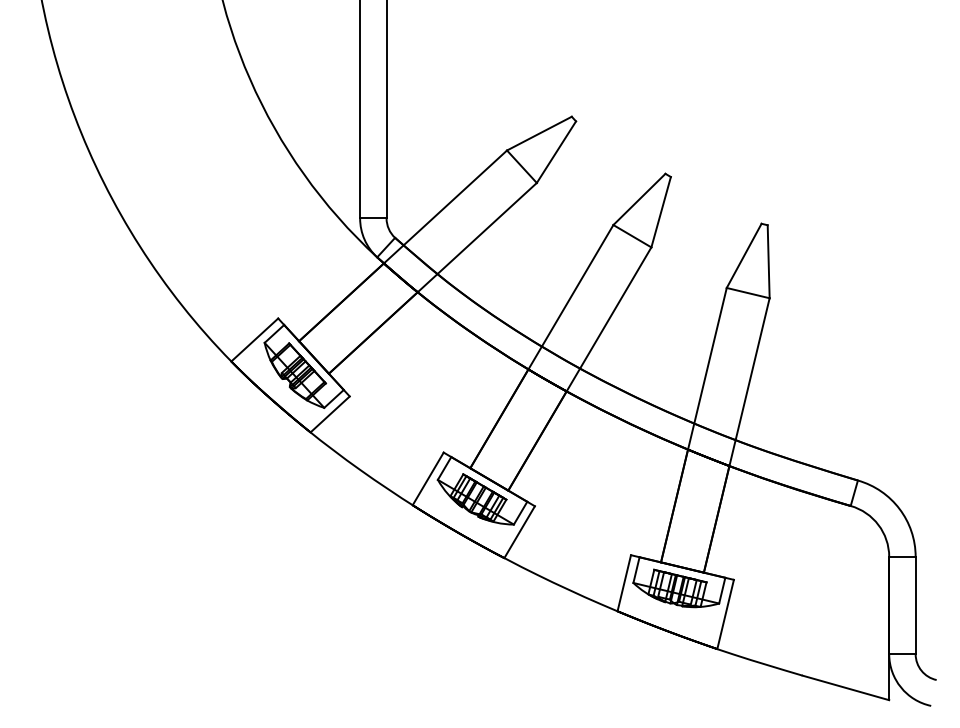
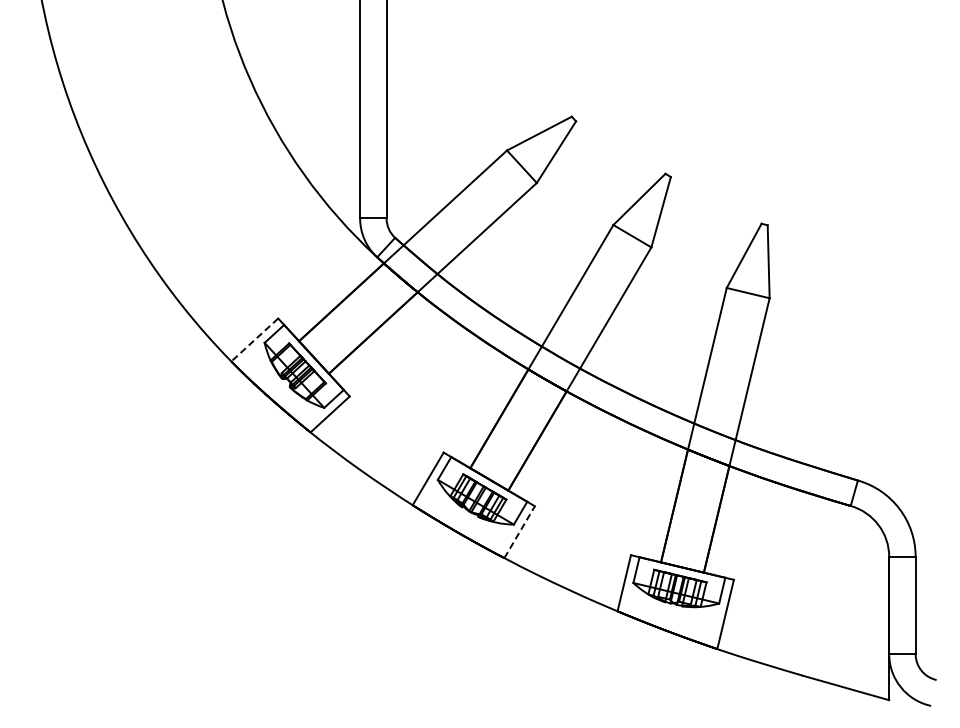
line at (254, 340): solid -> dashed
line at (519, 531): solid -> dashed
